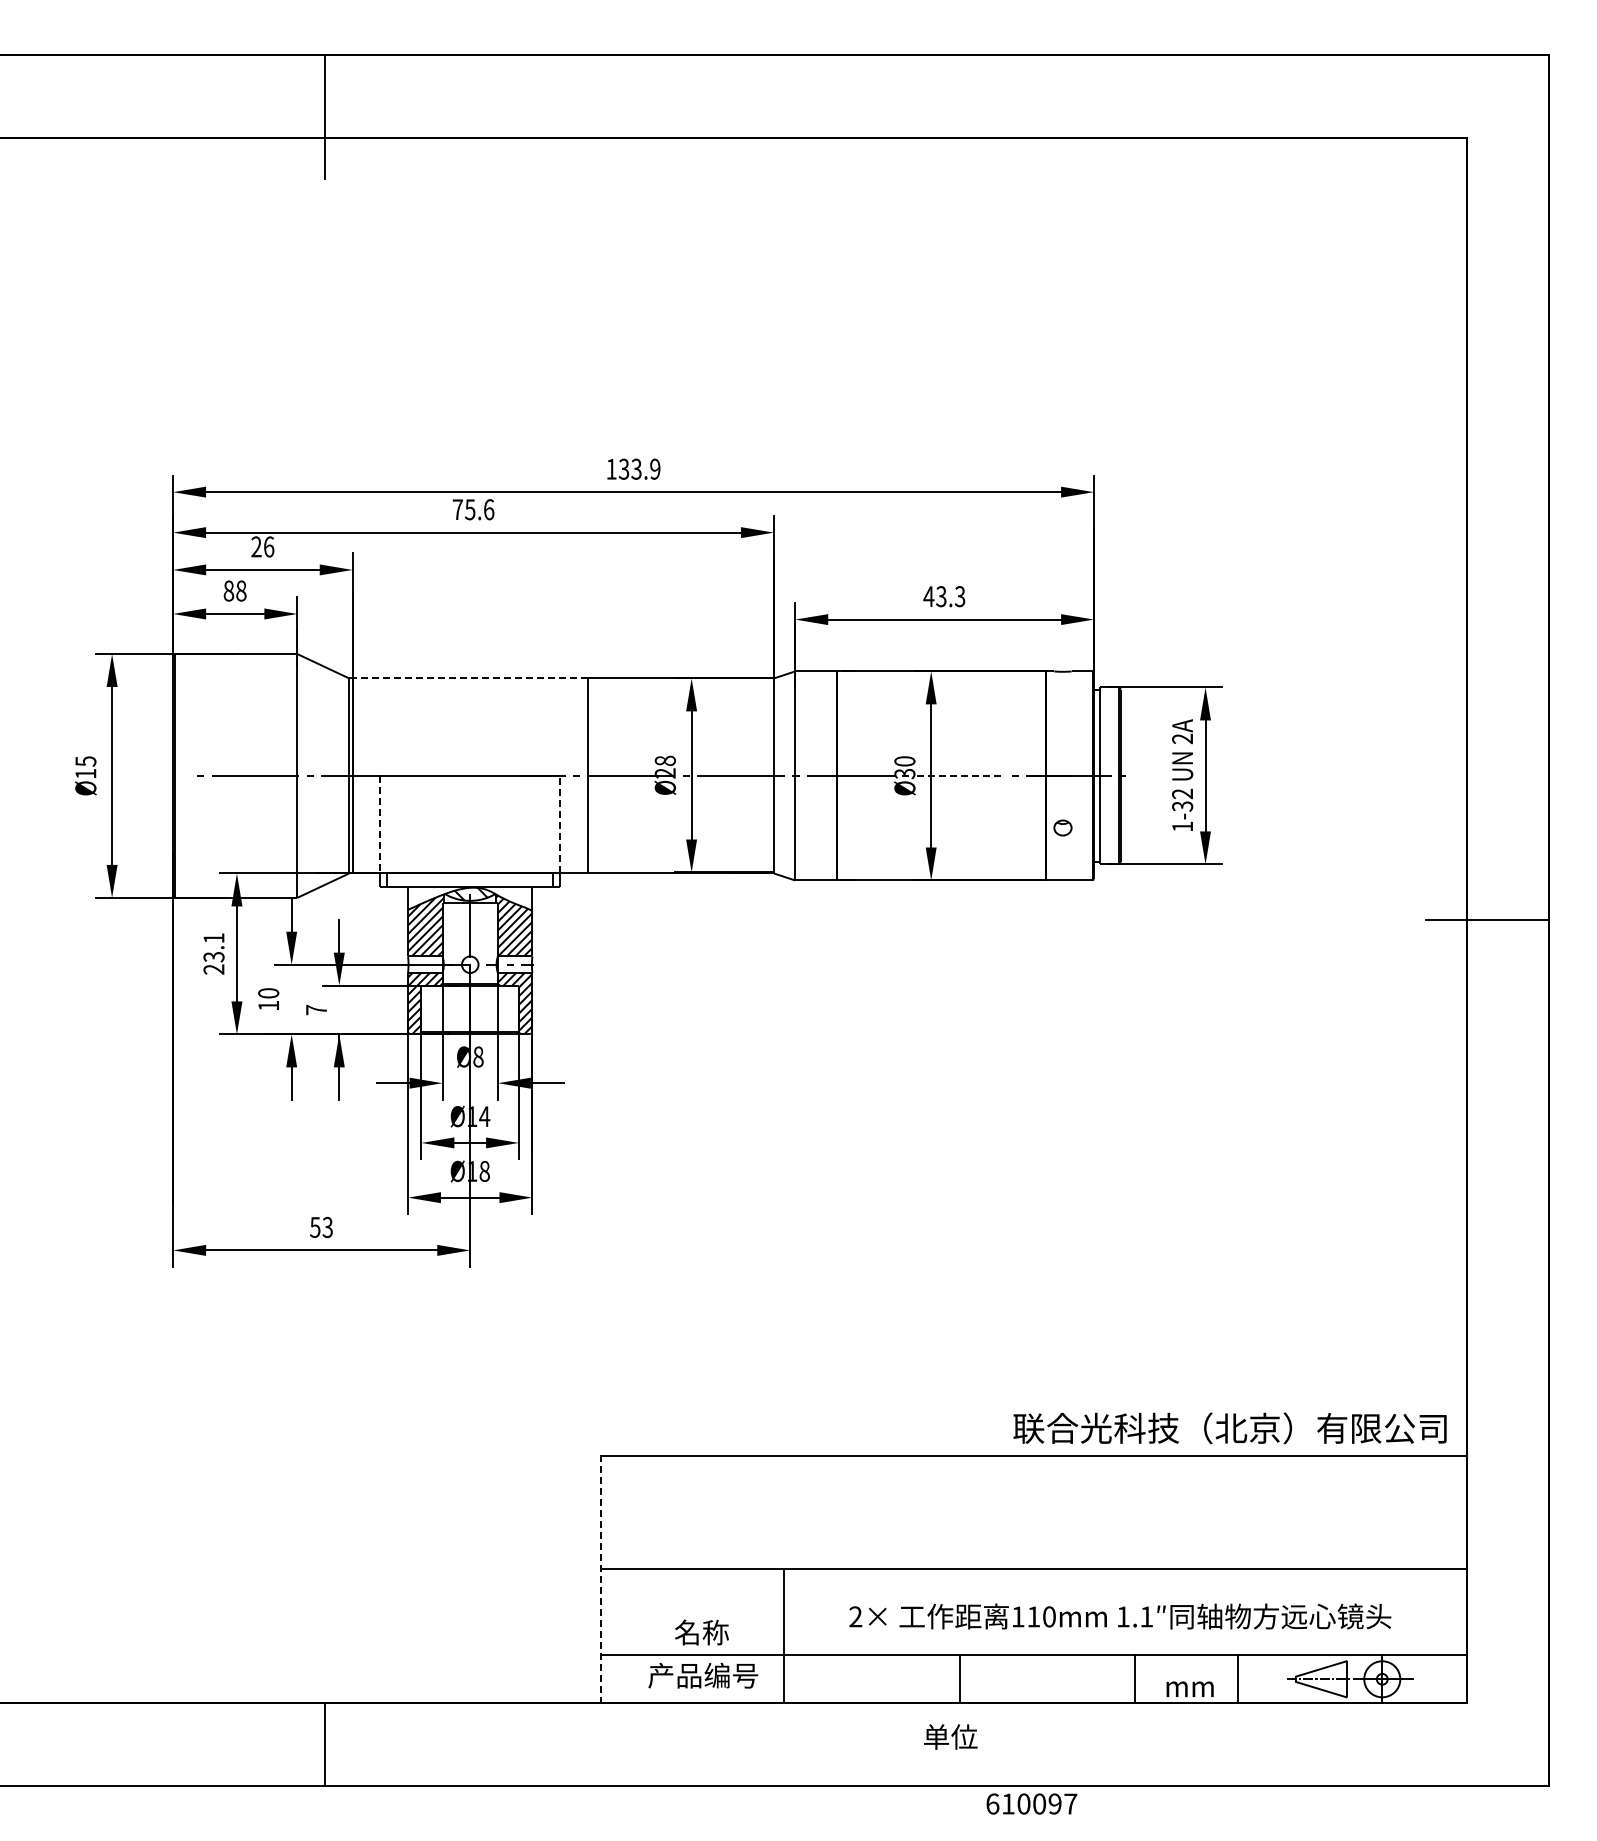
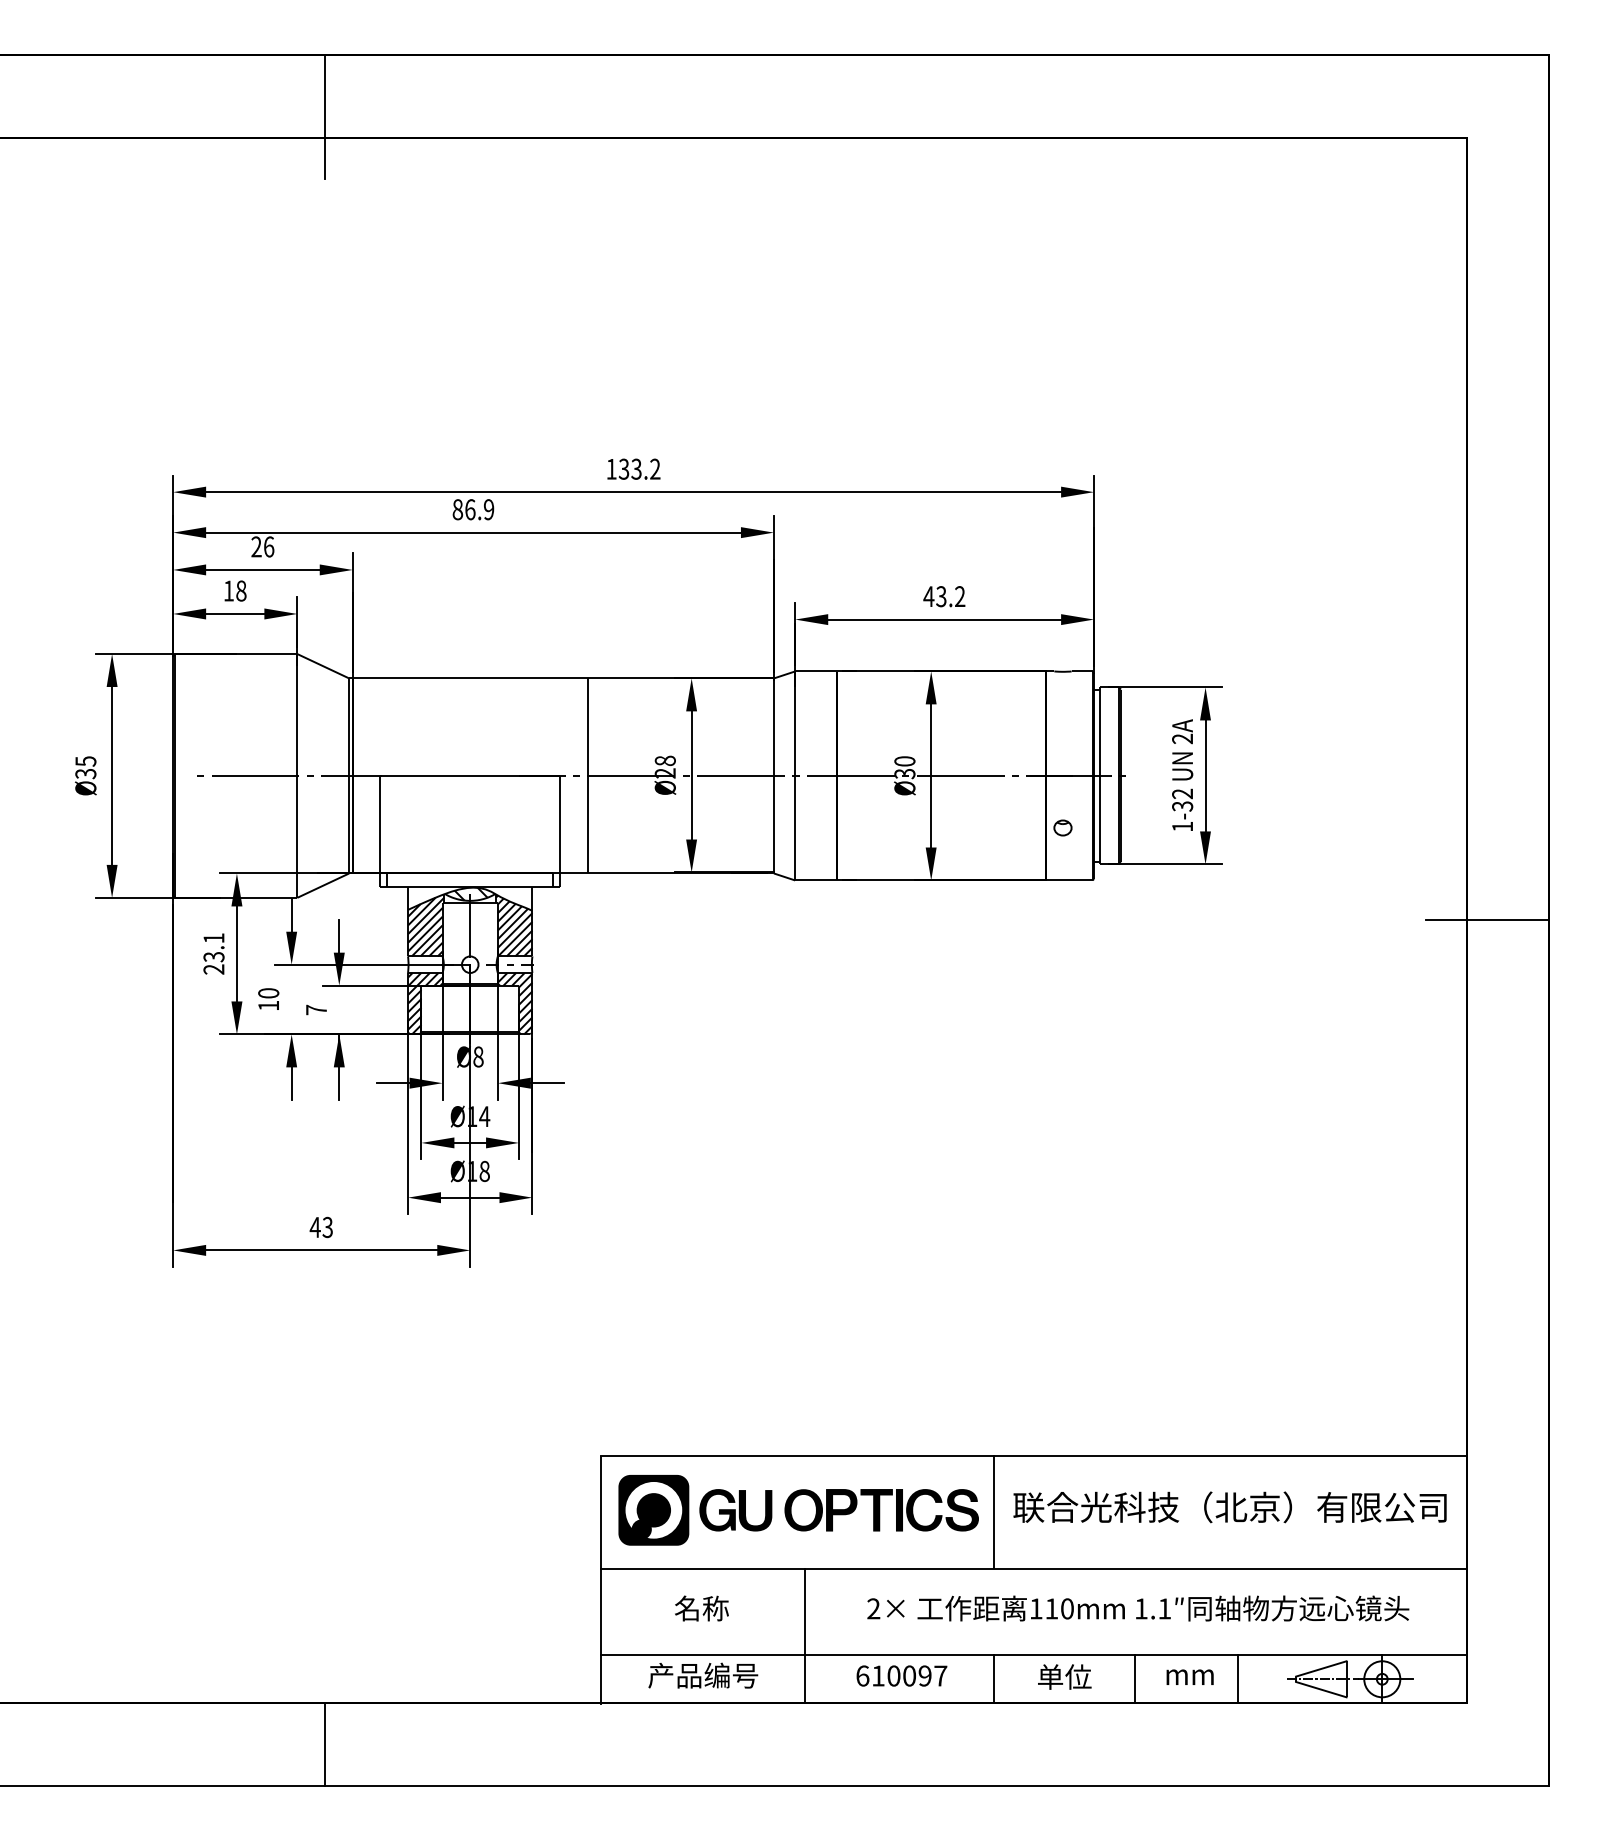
text at (655, 469): 133.9 -> 133.2
text at (473, 509): 75.6 -> 86.9
text at (228, 590): 88 -> 18
text at (959, 596): 43.3 -> 43.2
line at (470, 678): dashed -> solid
text at (85, 774): Ø15 -> Ø35
line at (960, 775): dashed -> solid
line at (380, 824): dashed -> solid
line at (560, 824): dashed -> solid
text at (314, 1227): 53 -> 43
text at (1229, 1428) position: (1229, 1428) -> (1229, 1507)
part at (798, 1510): none -> present
line at (993, 1511): none -> present
line at (601, 1580): dashed -> solid
text at (1120, 1616) position: (1120, 1616) -> (1138, 1608)
text at (701, 1632) position: (701, 1632) -> (701, 1608)
line at (784, 1635) position: (784, 1635) -> (805, 1635)
line at (959, 1679) position: (959, 1679) -> (993, 1679)
text at (1189, 1688) position: (1189, 1688) -> (1189, 1676)
text at (950, 1736) position: (950, 1736) -> (1064, 1676)
text at (1031, 1803) position: (1031, 1803) -> (901, 1675)
